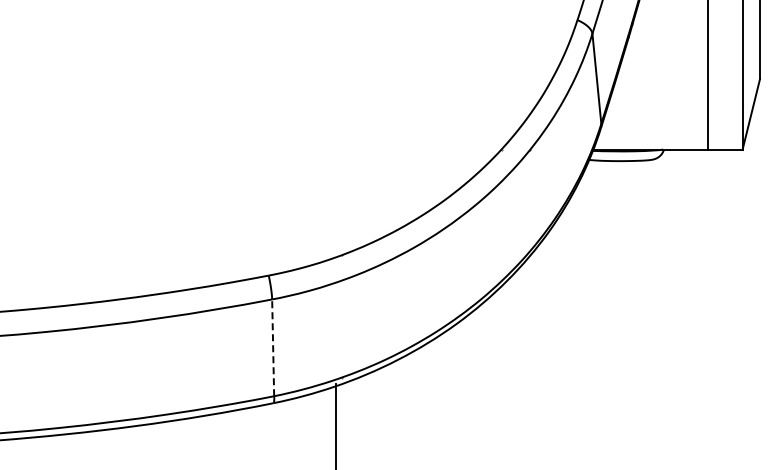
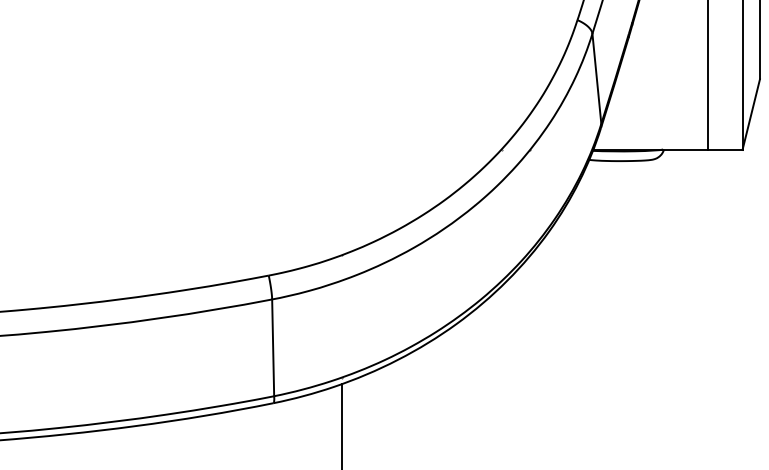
line at (273, 347): dashed -> solid
line at (335, 425) position: (335, 425) -> (341, 425)
